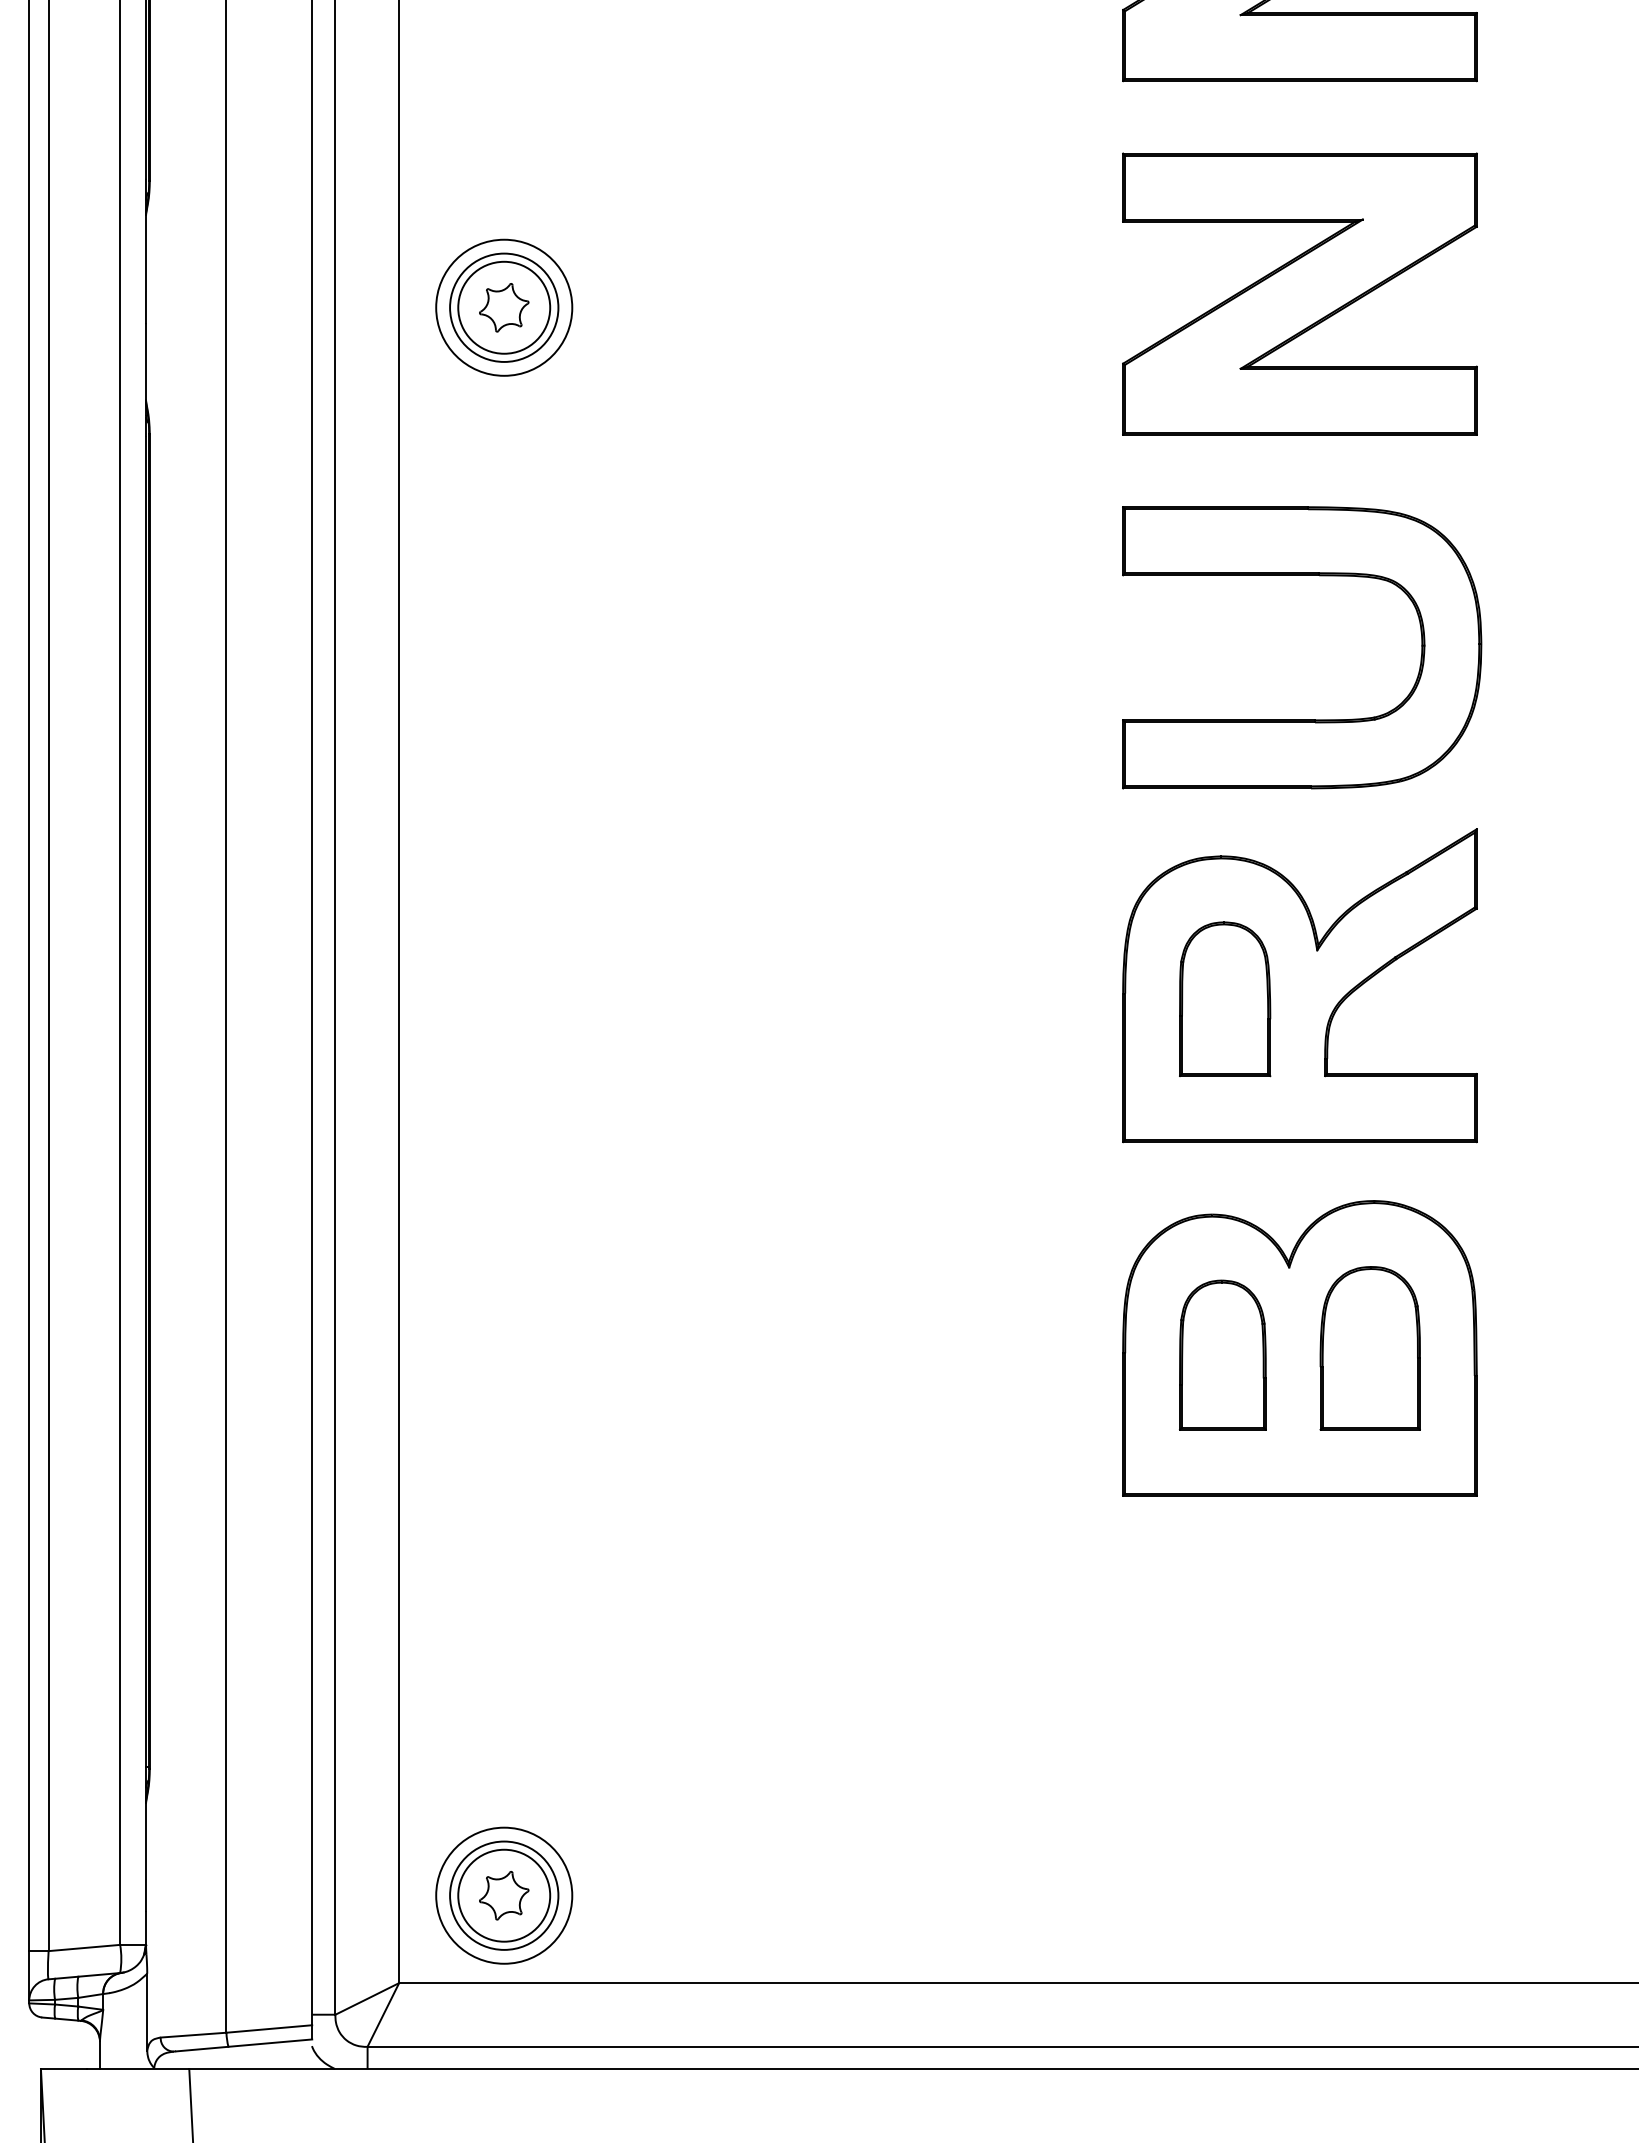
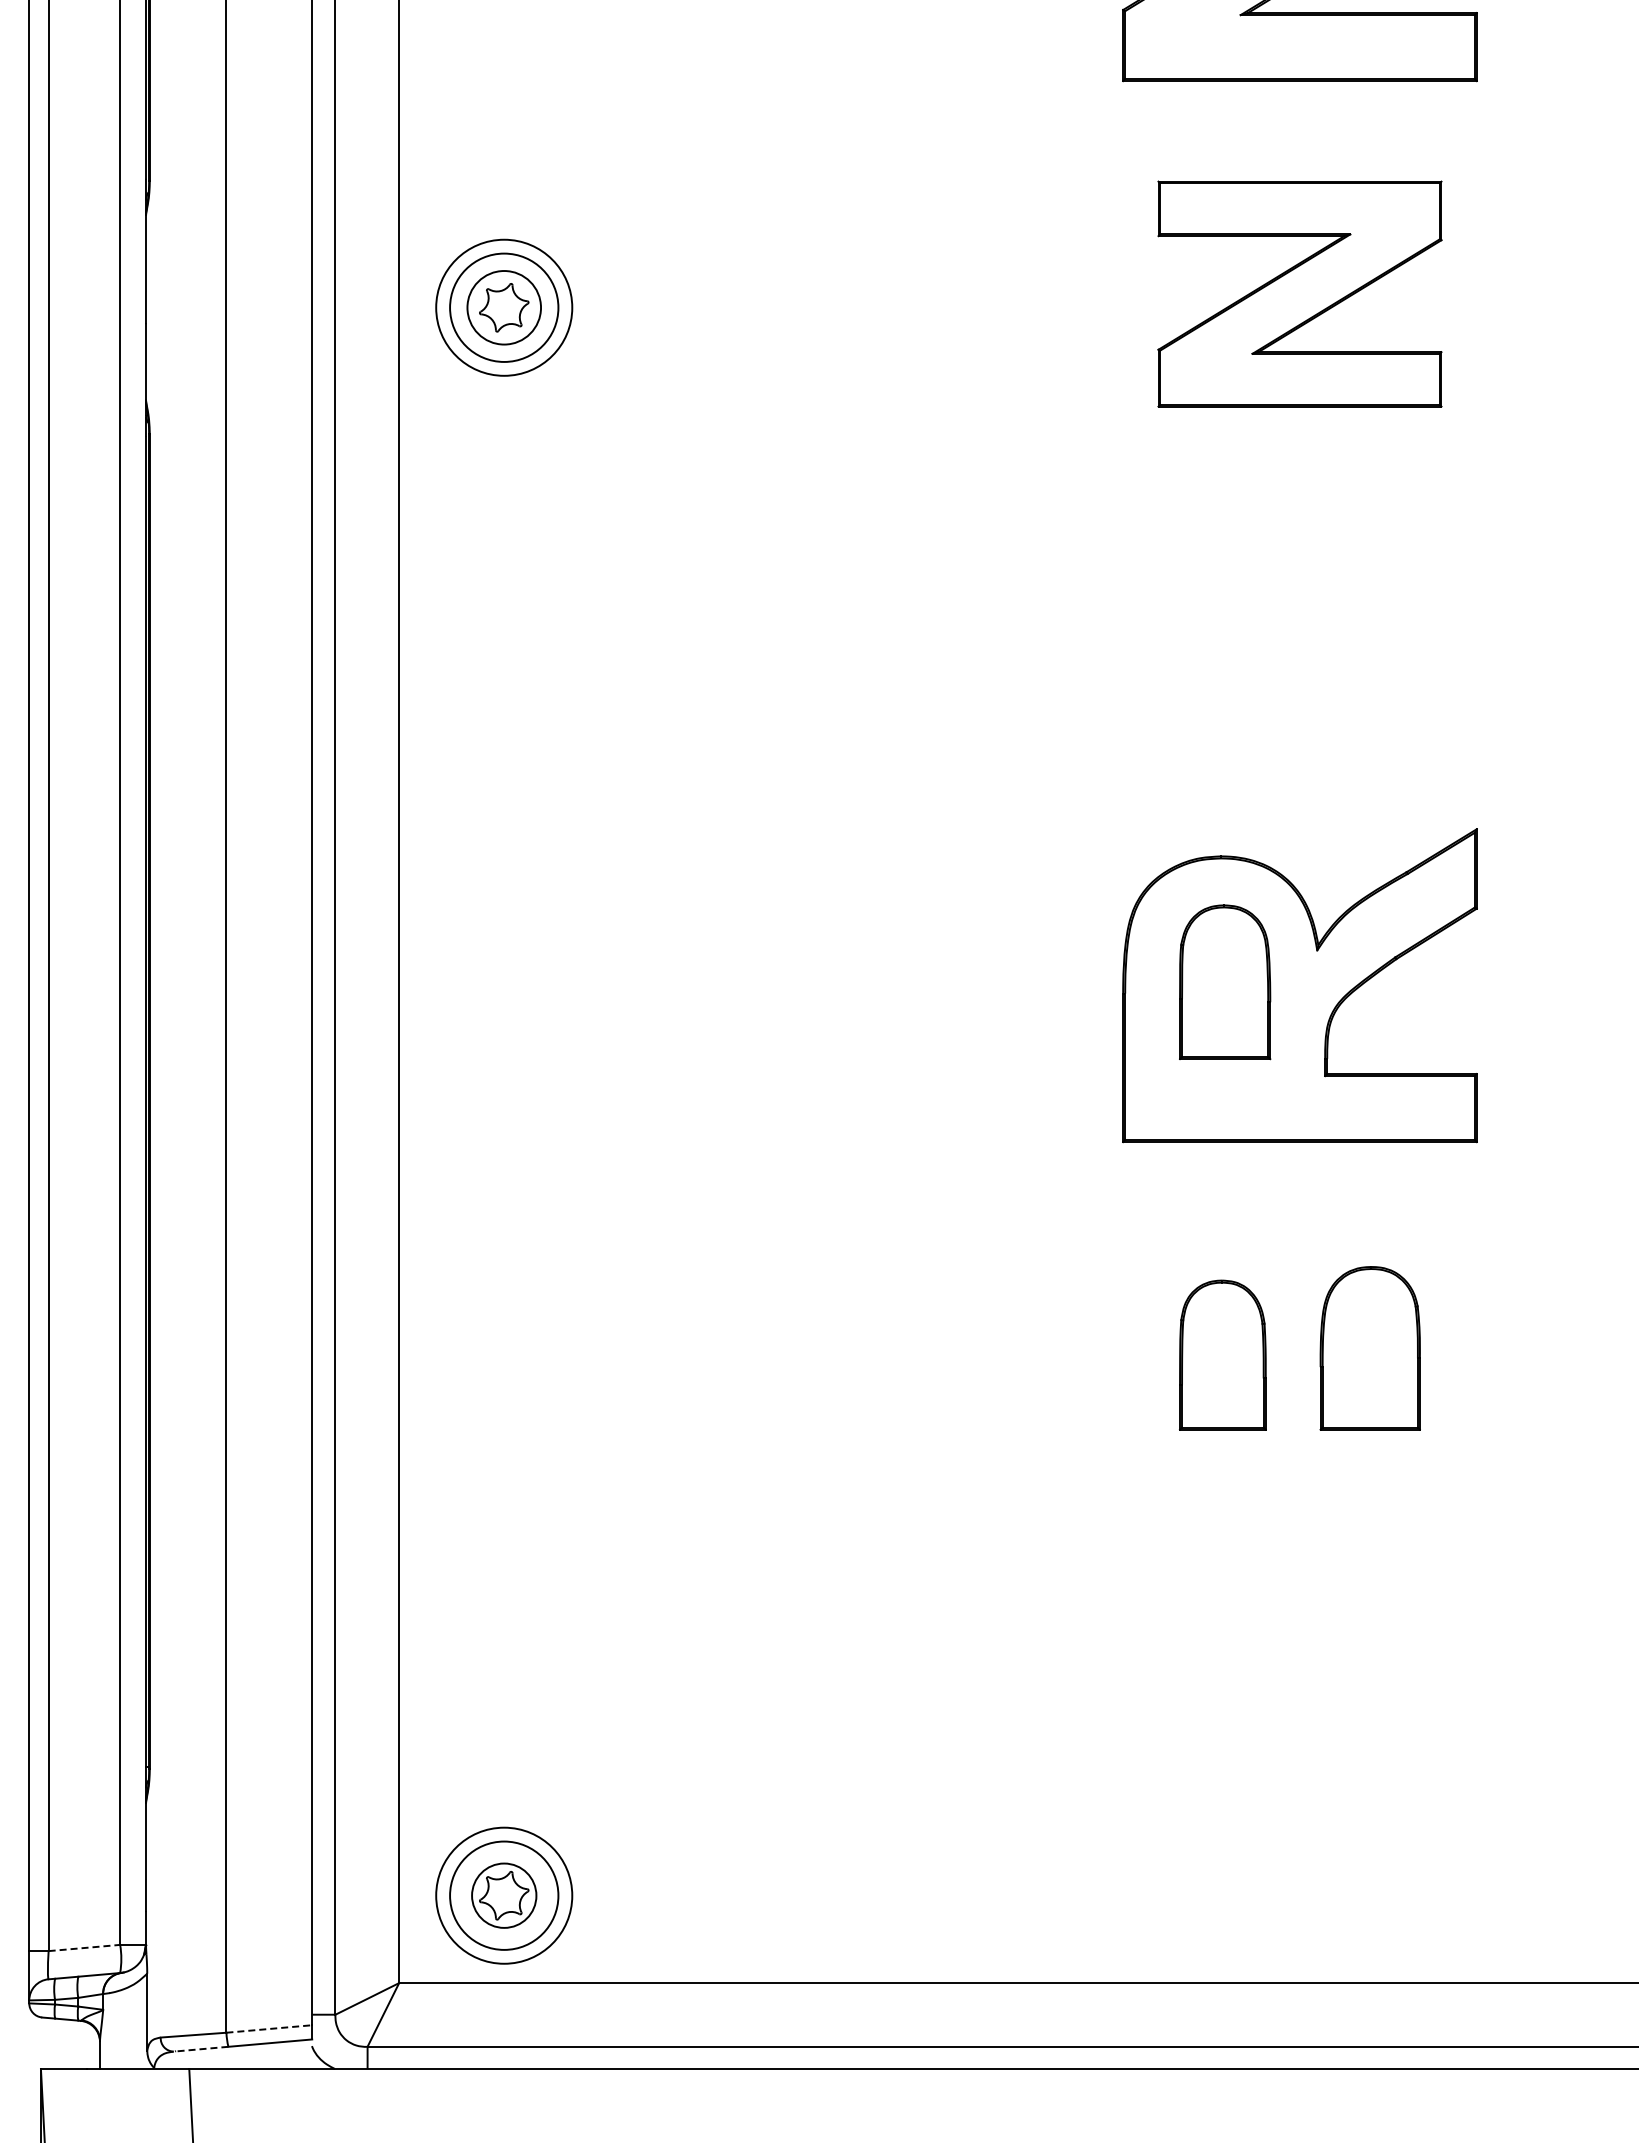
part at (1299, 293) size: 356x284 px -> 286x228 px
circle at (504, 307) diameter: 92 px -> 74 px
part at (1302, 575): present -> none
part at (1225, 999) position: (1225, 999) -> (1225, 982)
part at (1299, 1348): present -> none
circle at (504, 1895) diameter: 92 px -> 64 px
line at (84, 1948): solid -> dashed
line at (269, 2028): solid -> dashed
line at (200, 2049): solid -> dashed
